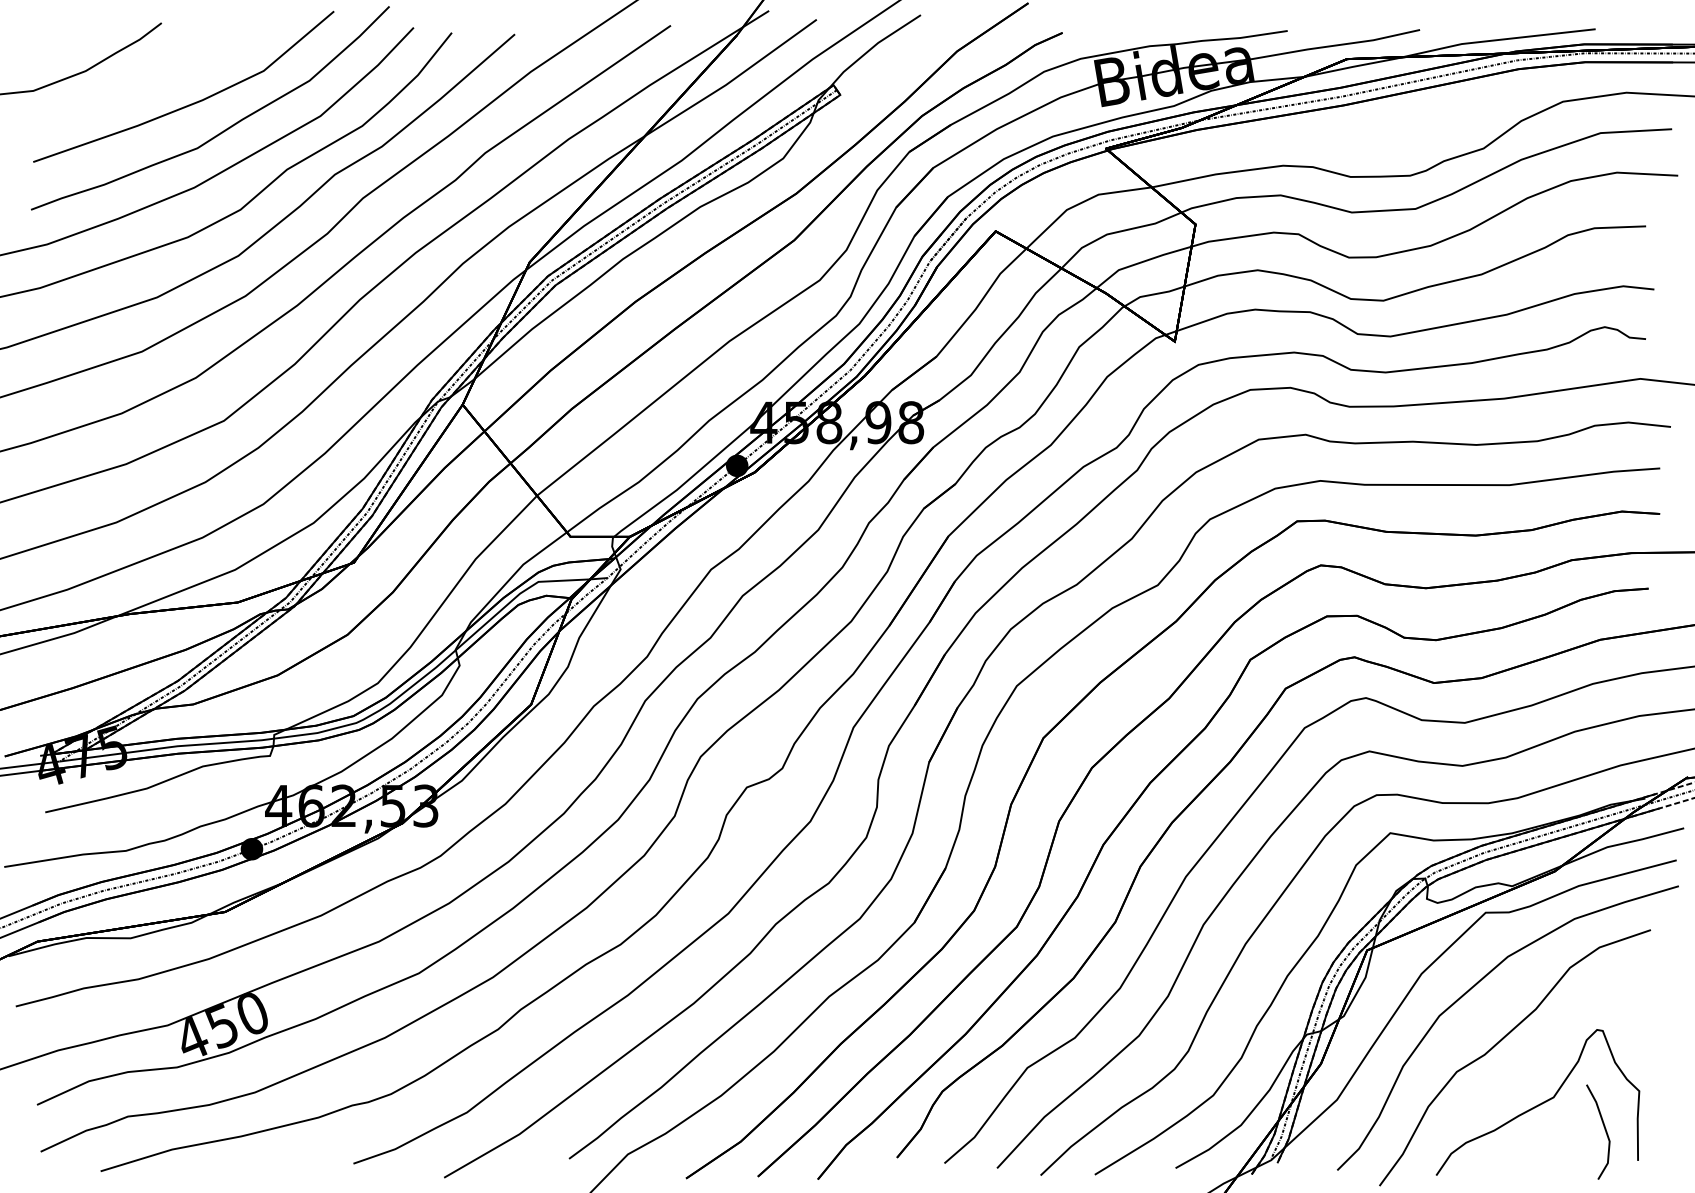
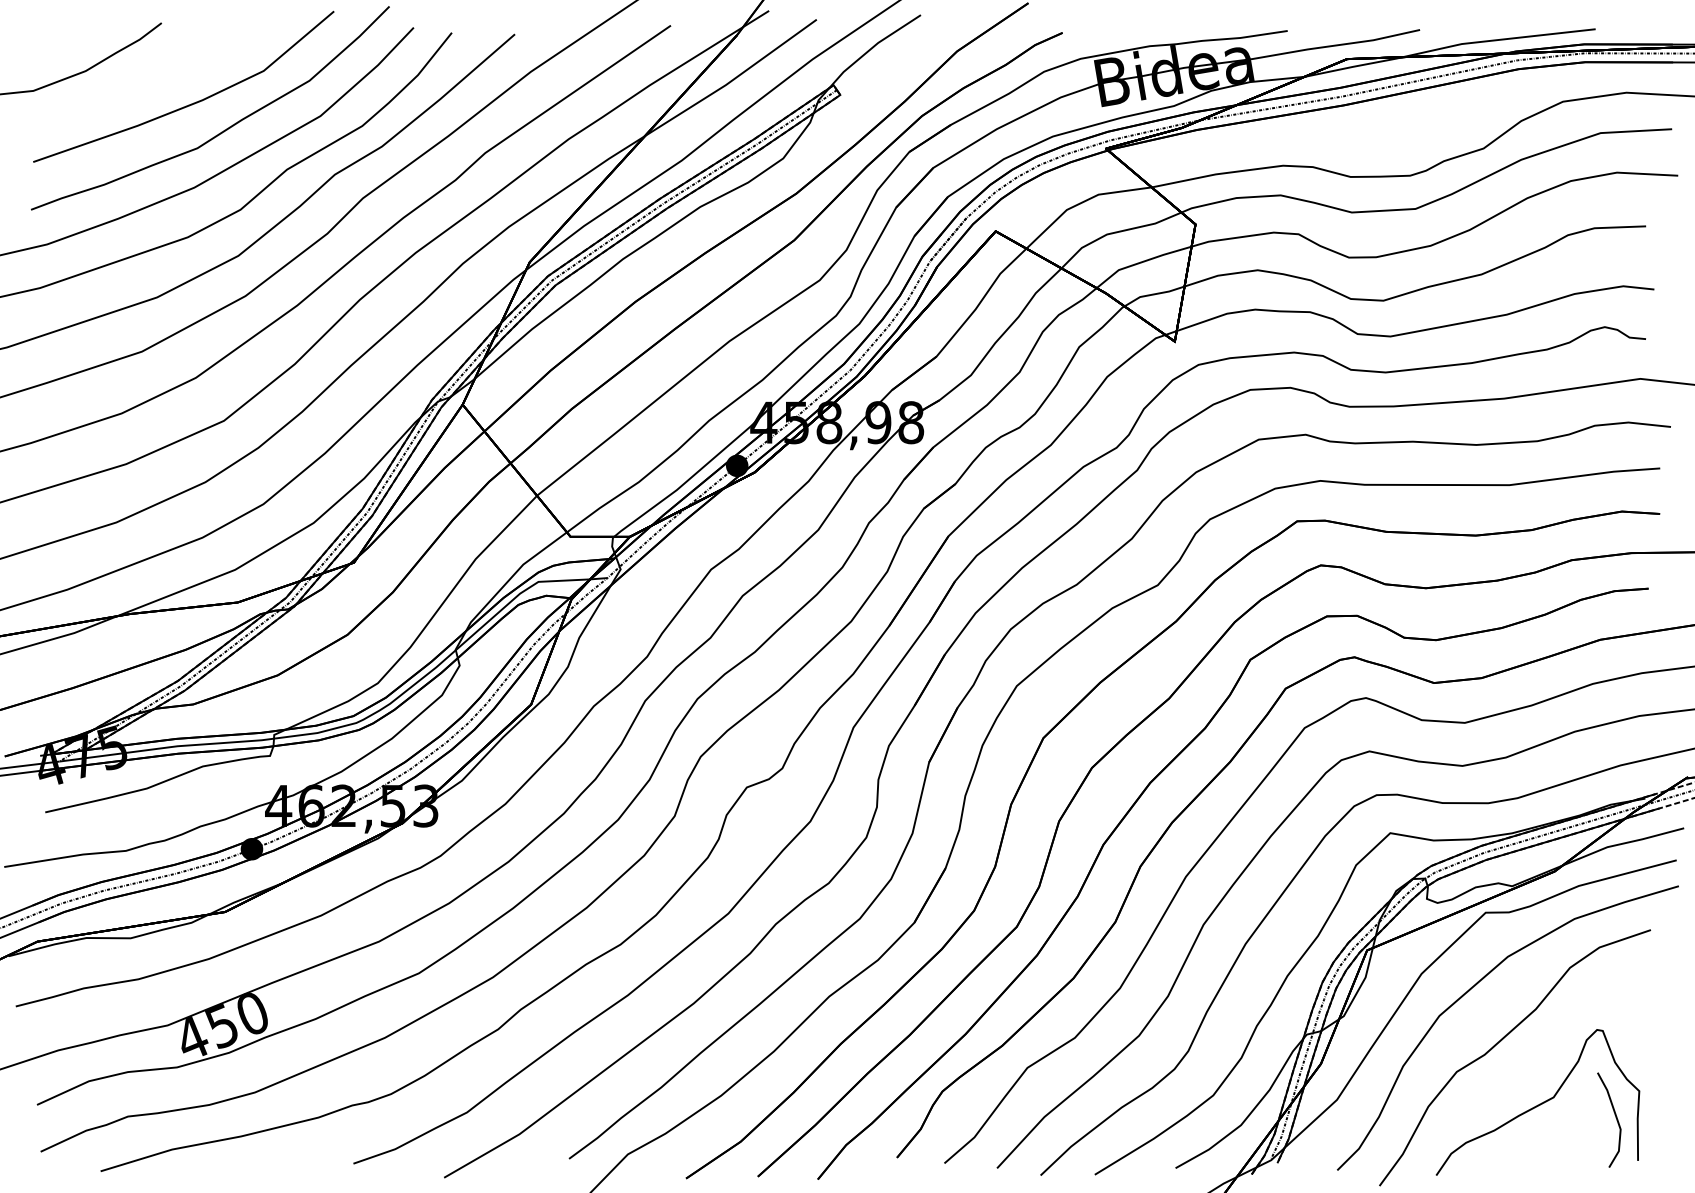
curve at (1604, 1129) position: (1604, 1129) -> (1615, 1117)
